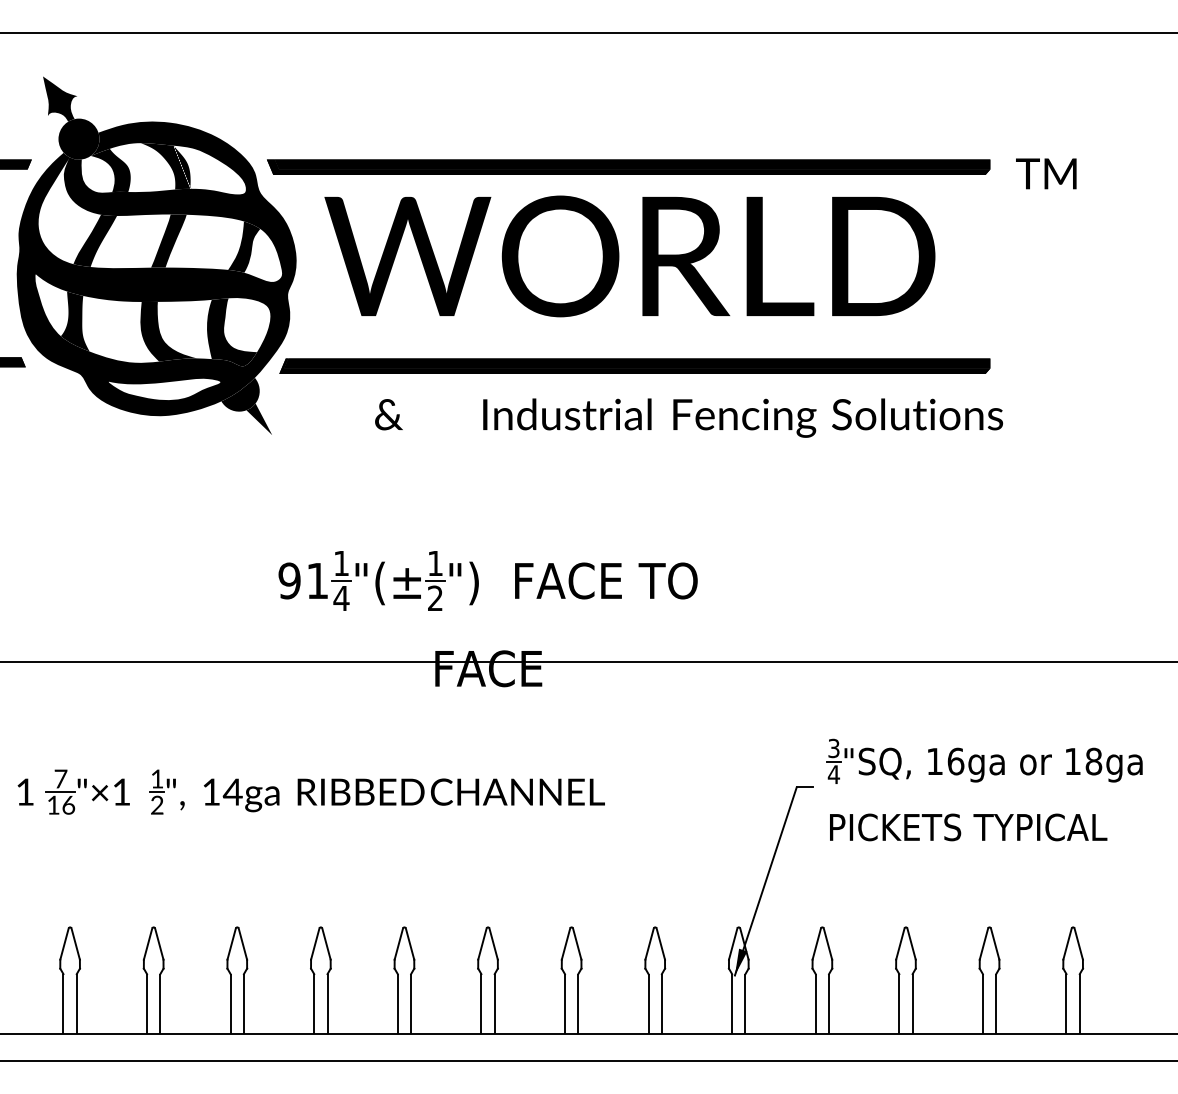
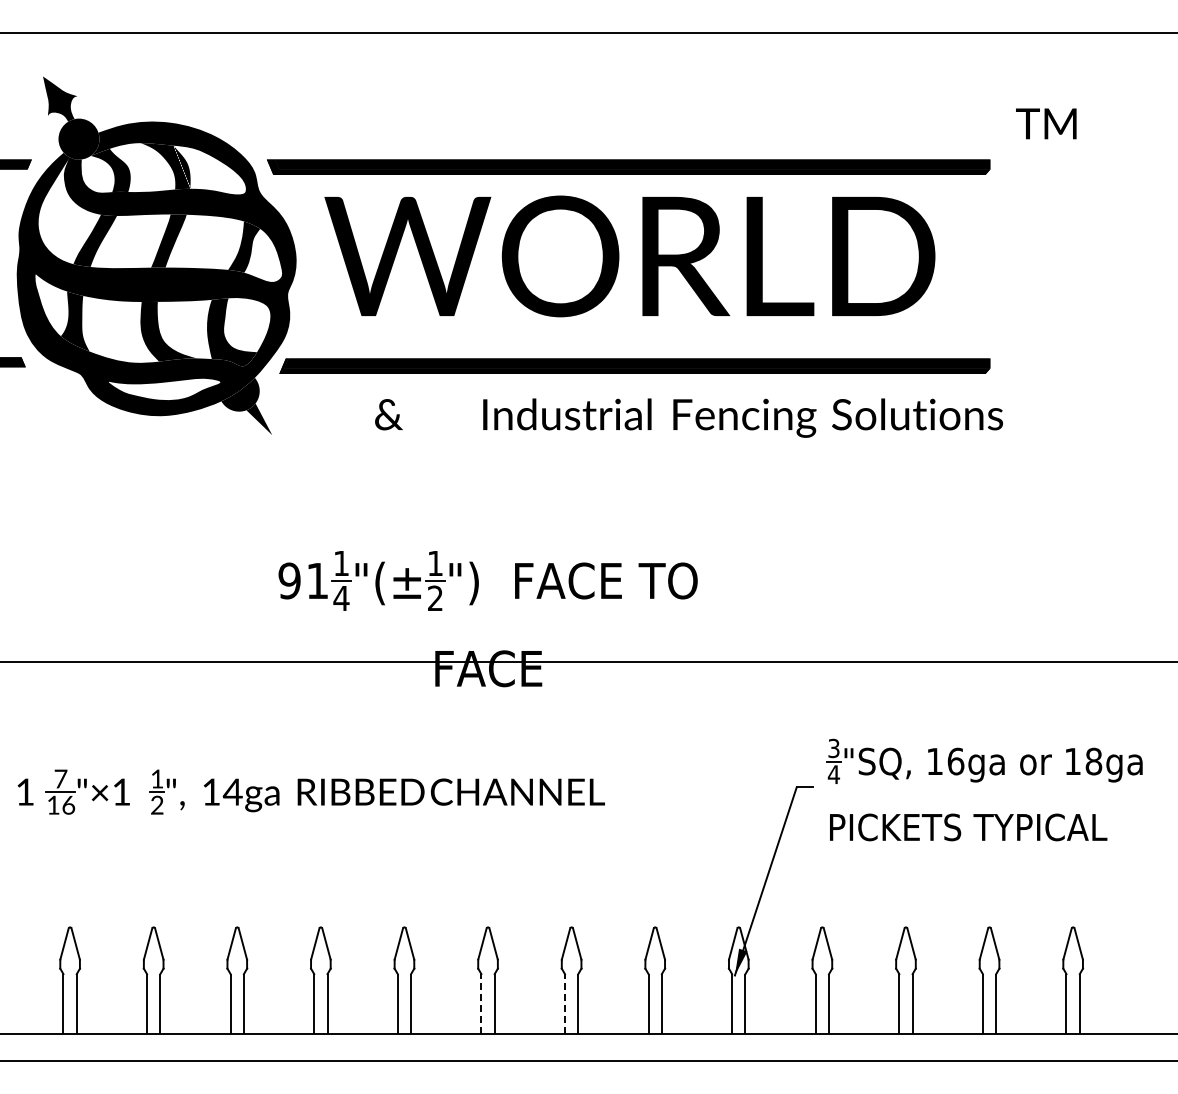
text at (1046, 173) position: (1046, 173) -> (1046, 123)
line at (481, 1003): solid -> dashed
line at (564, 1003): solid -> dashed
